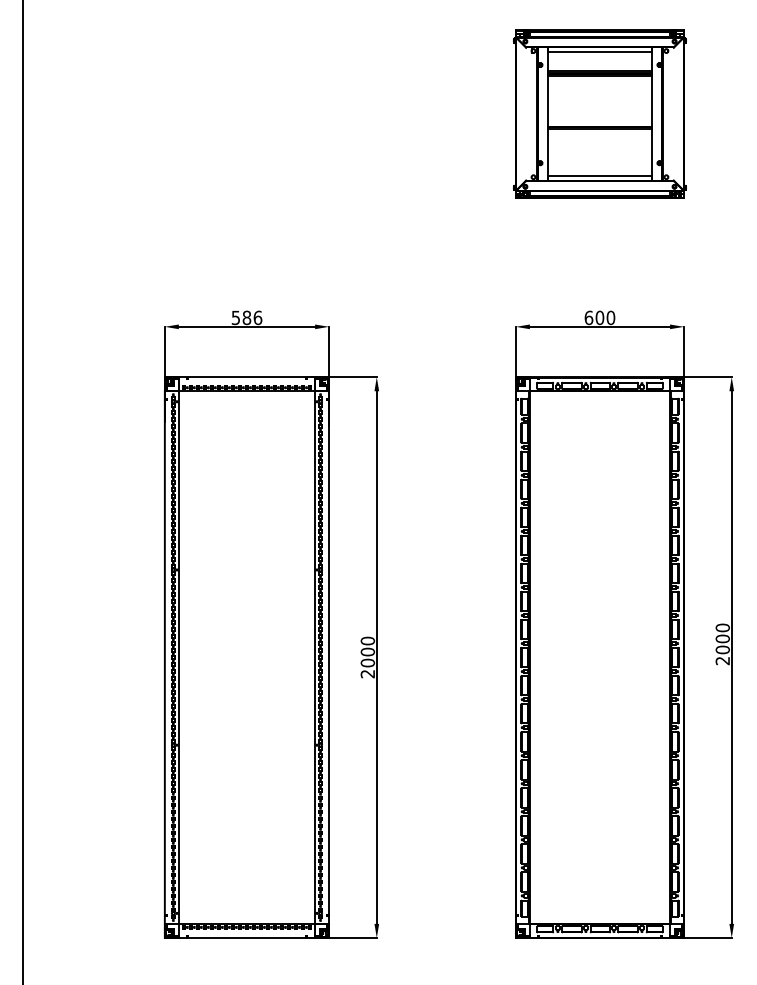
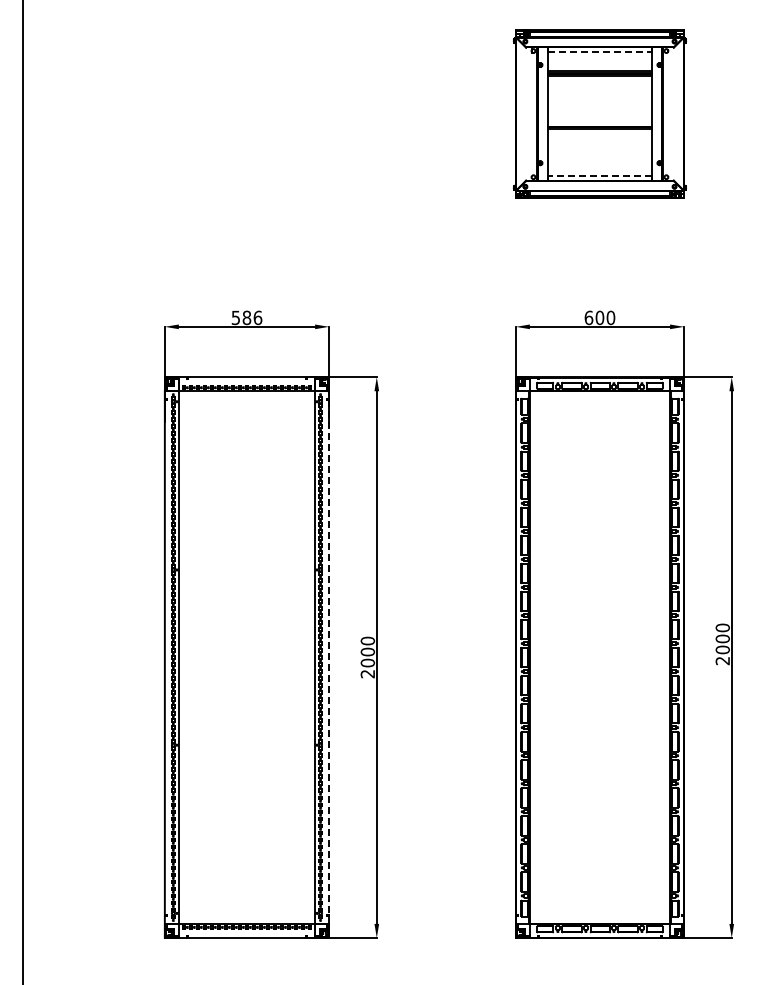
line at (600, 52): solid -> dashed
line at (599, 176): solid -> dashed
line at (329, 657): solid -> dashed
